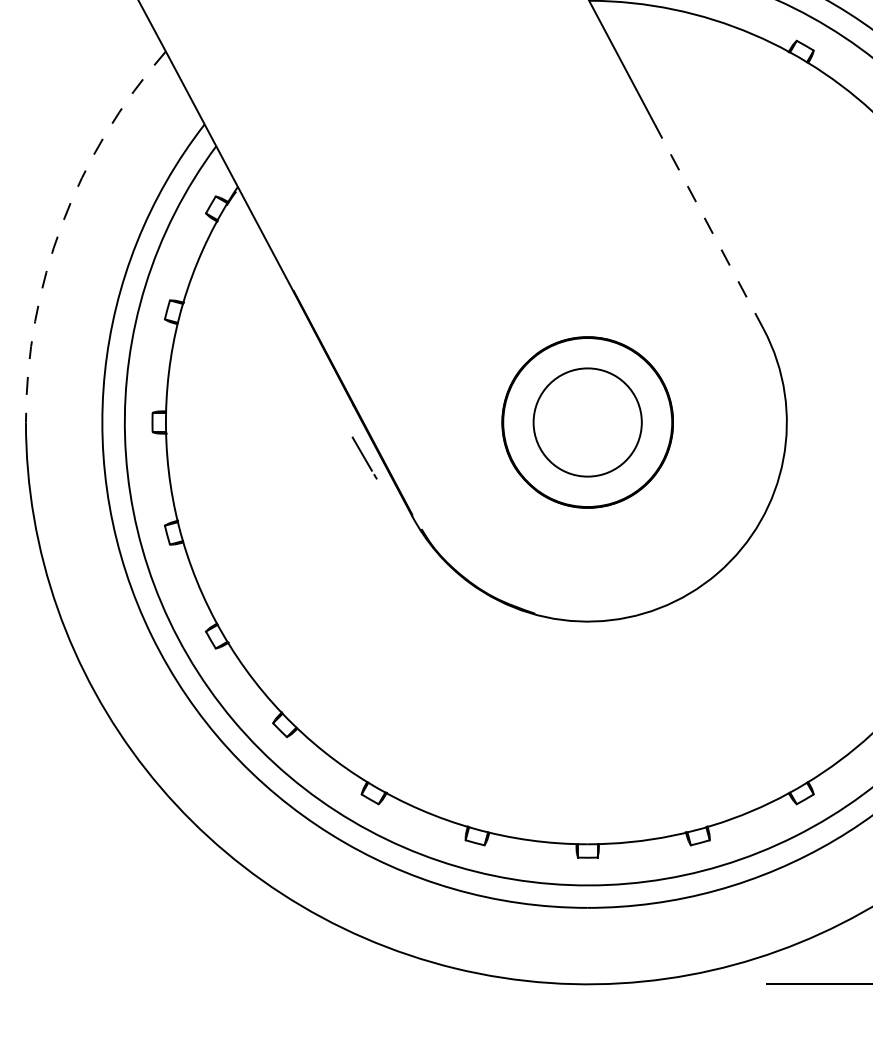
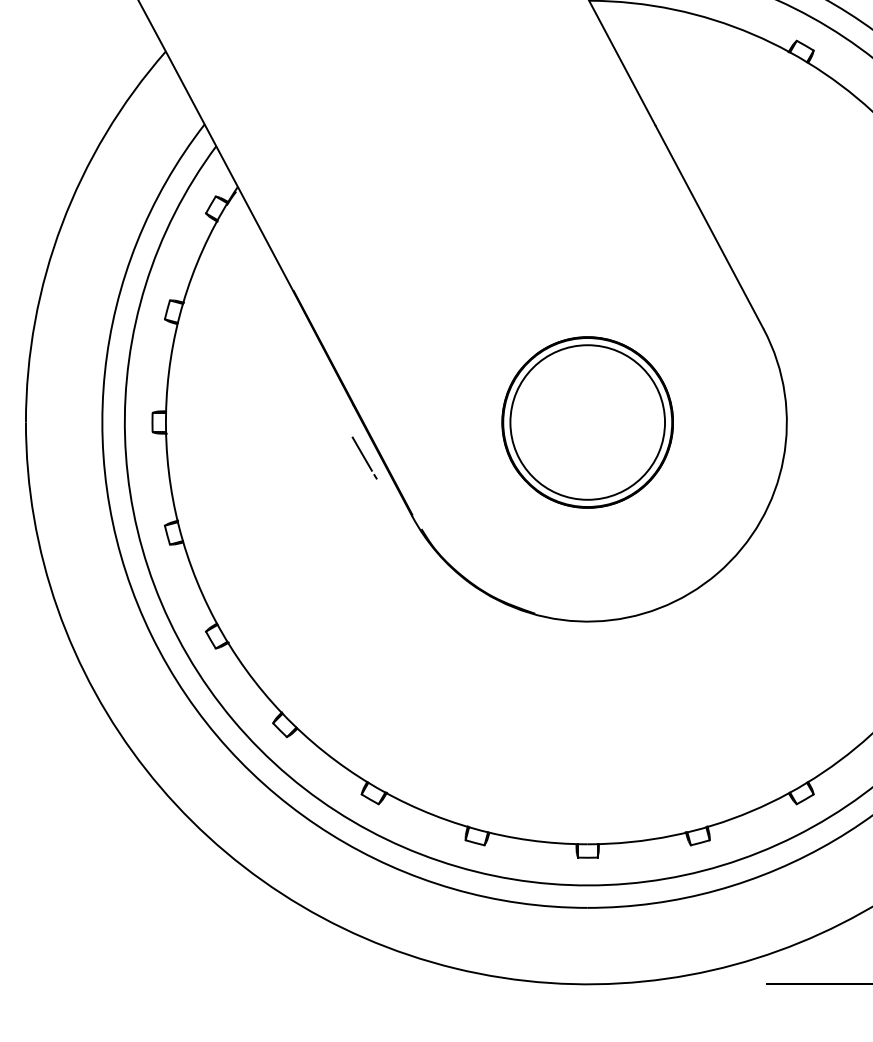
arc at (62, 224): dashed -> solid
line at (709, 227): dashed -> solid
circle at (587, 422) diameter: 108 px -> 155 px
